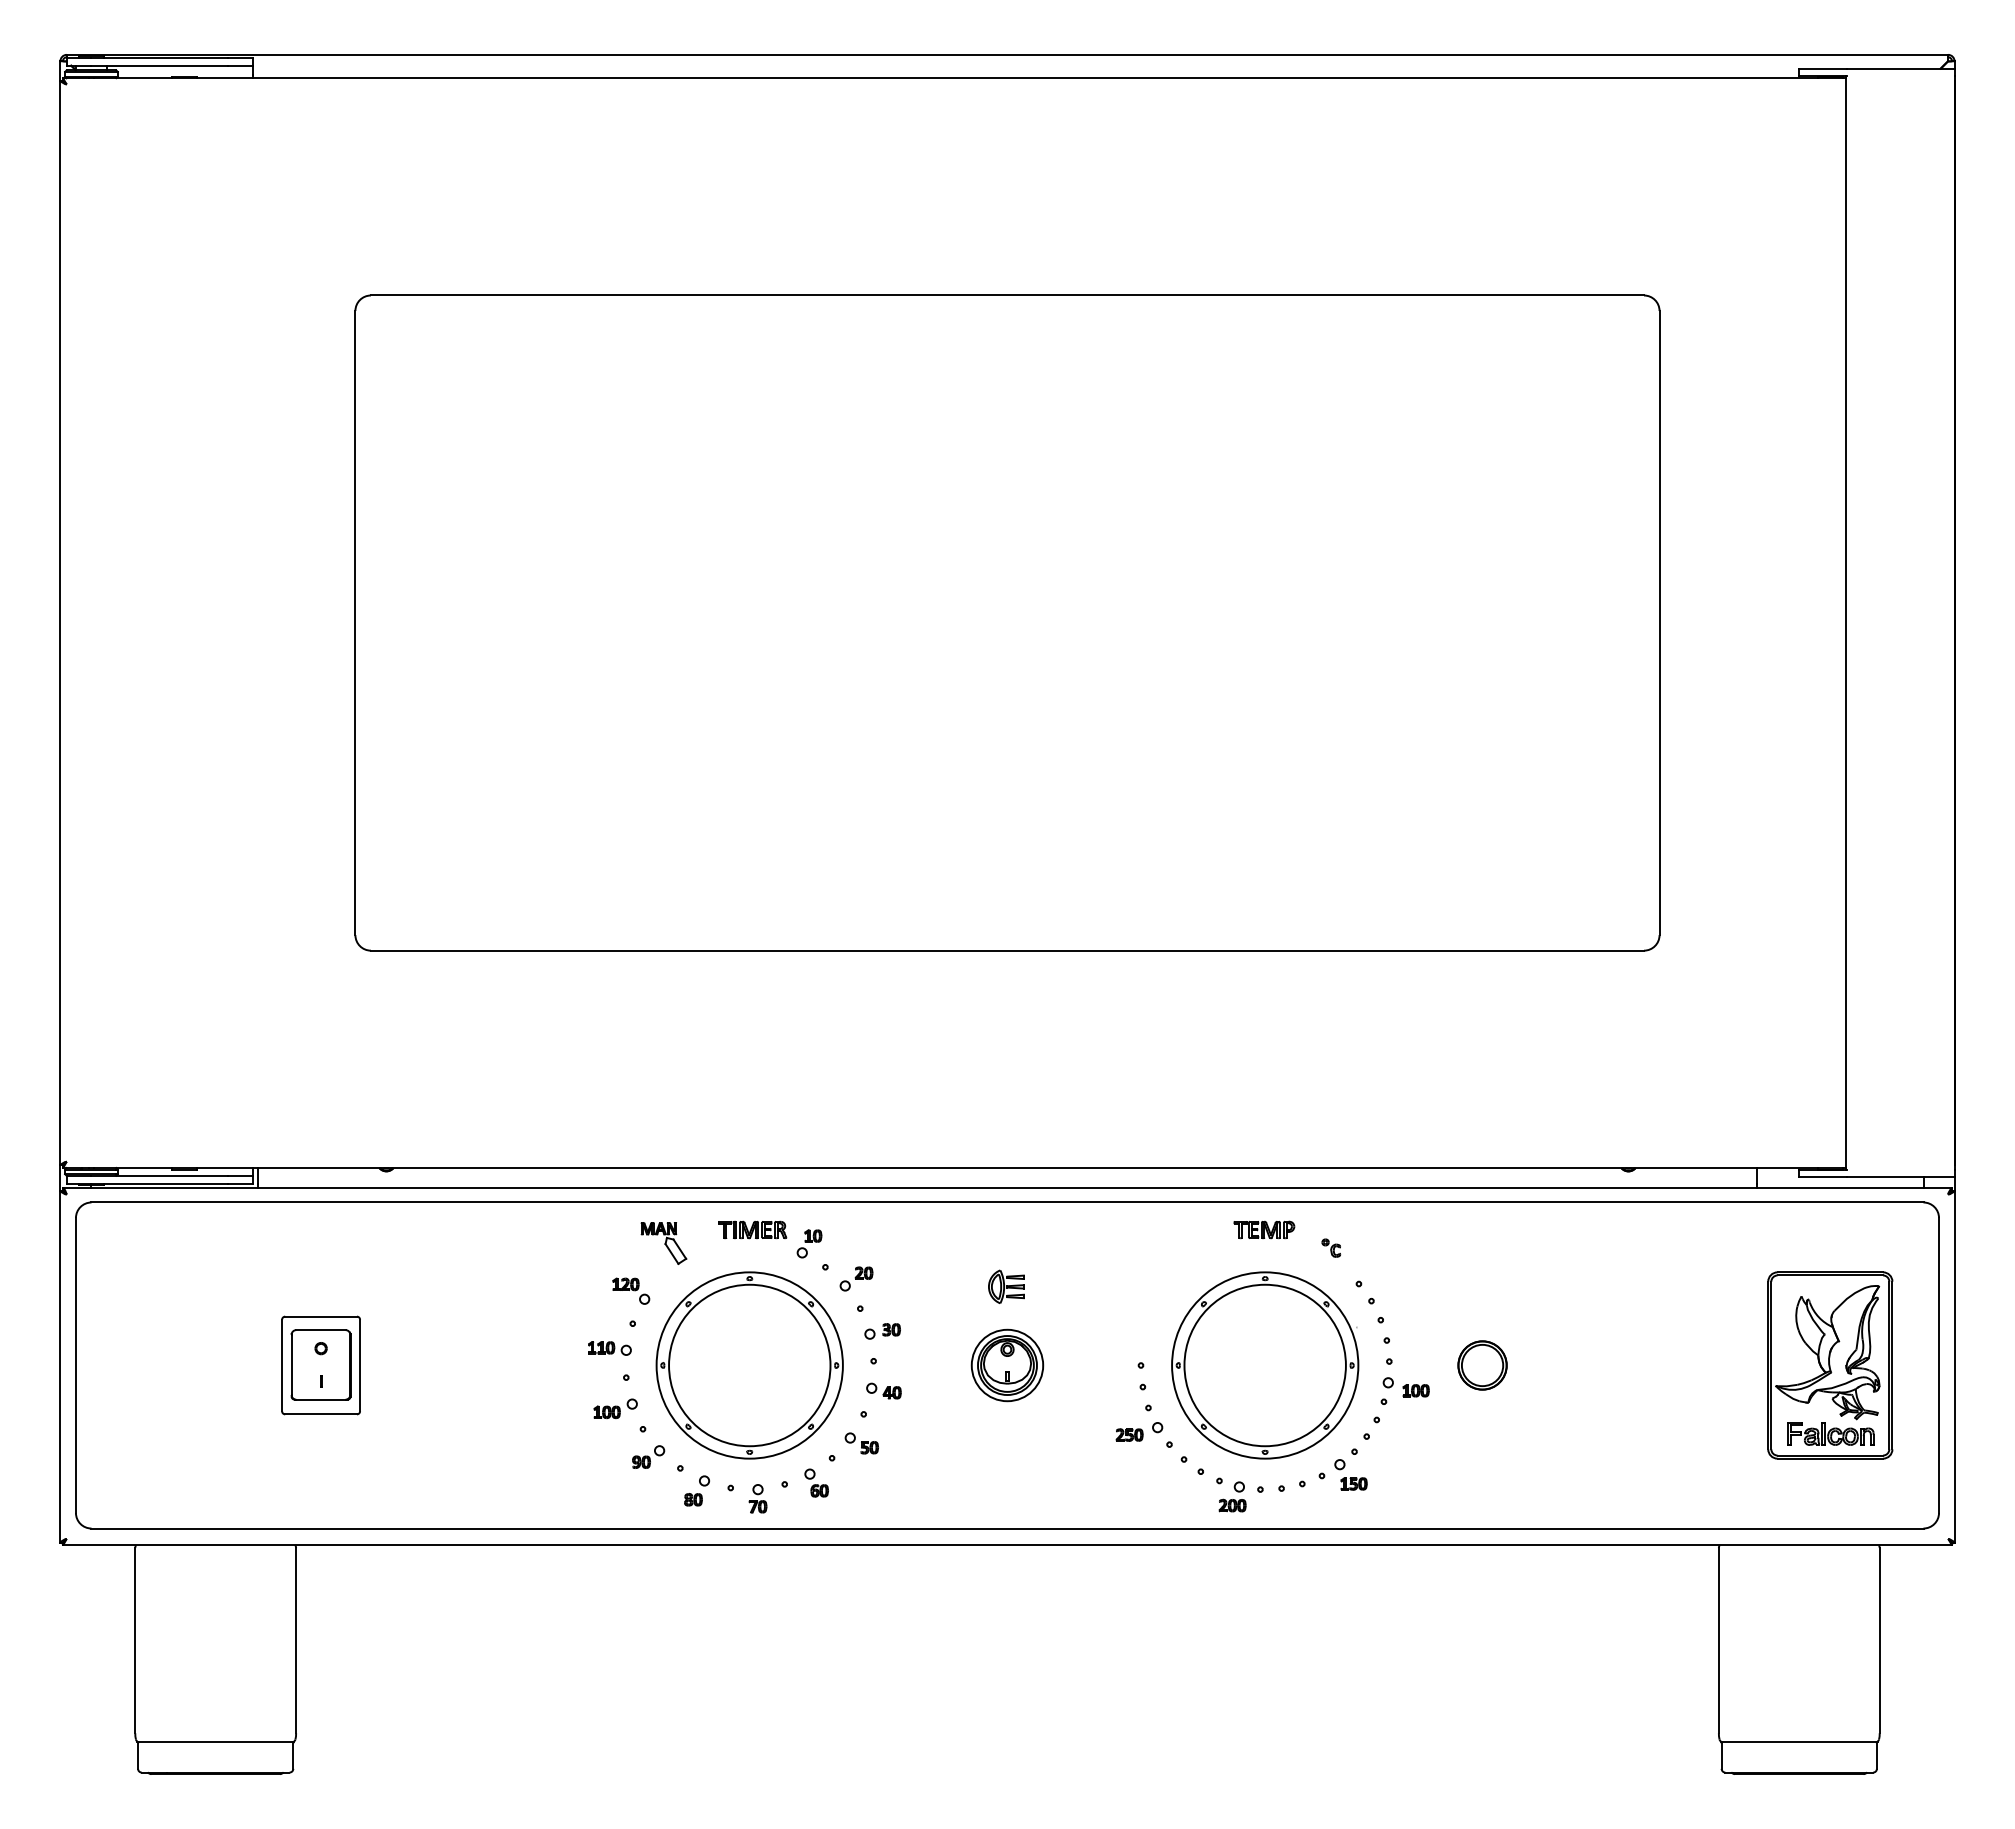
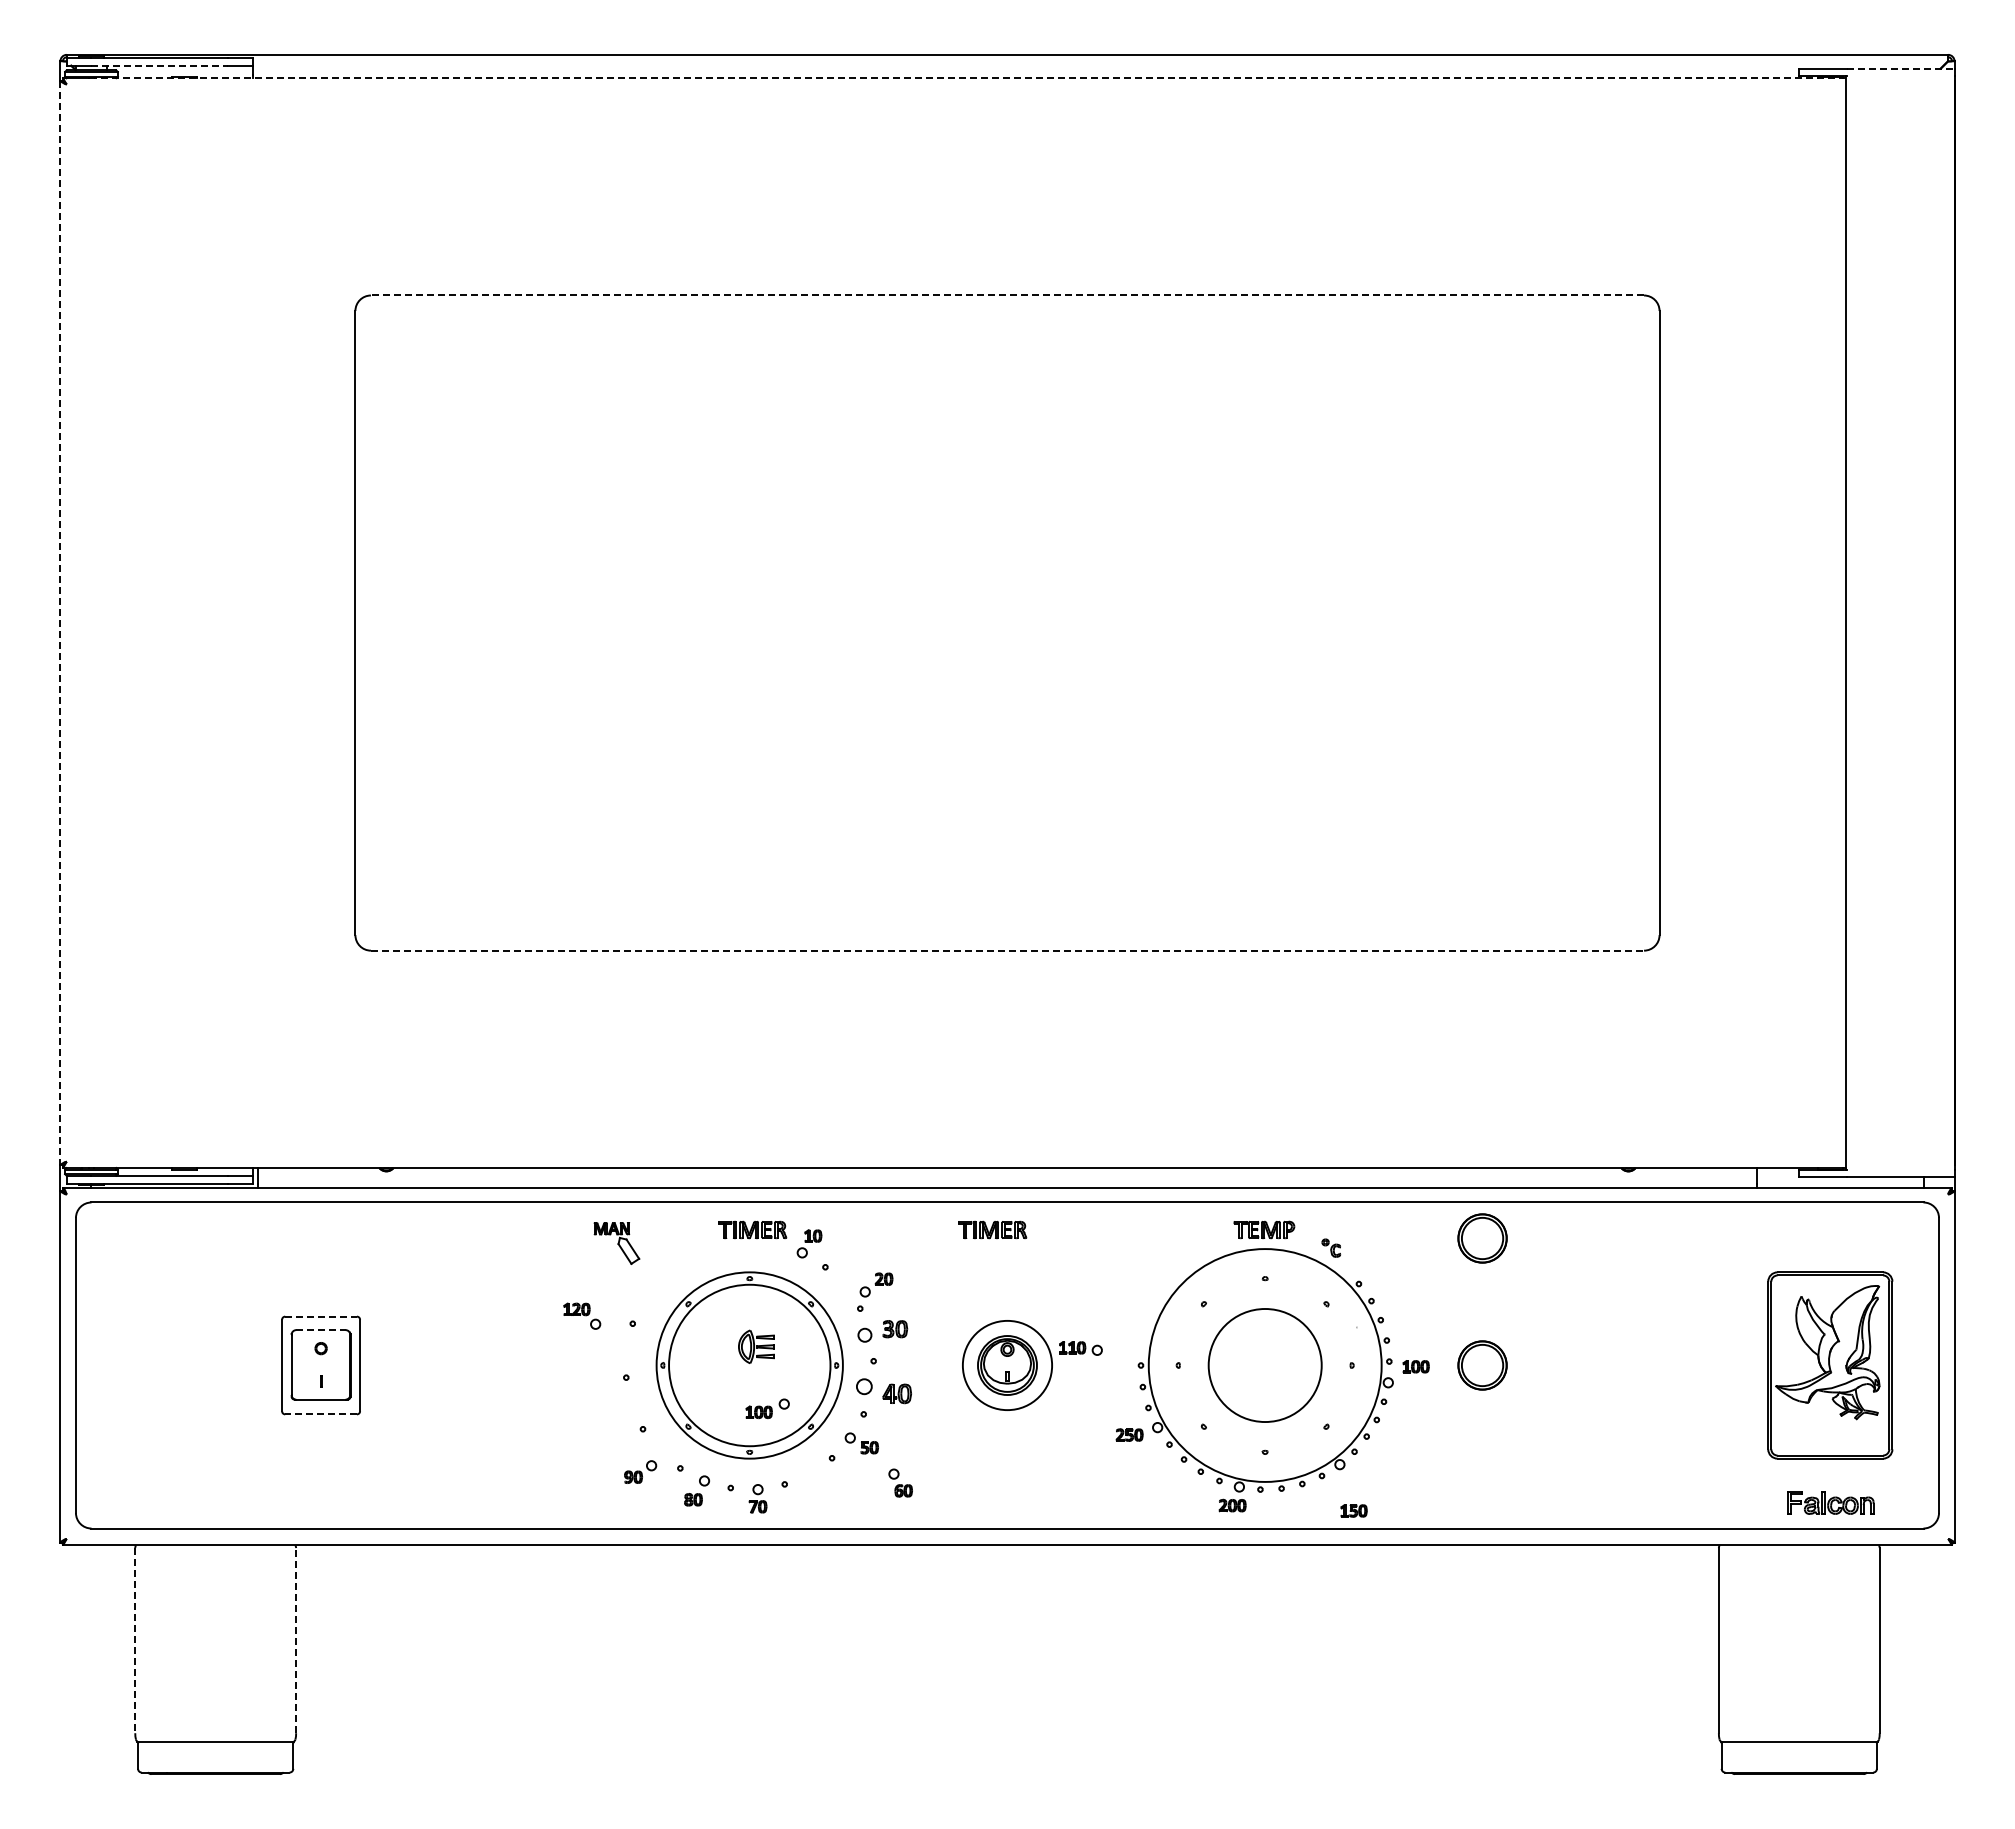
line at (160, 65): solid -> dashed
line at (1900, 68): solid -> dashed
line at (970, 78): solid -> dashed
line at (1007, 295): solid -> dashed
line at (60, 623): solid -> dashed
line at (1007, 950): solid -> dashed
part at (992, 1229): none -> present
part at (1482, 1238): none -> present
part at (663, 1243) position: (663, 1243) -> (616, 1243)
part at (856, 1278) position: (856, 1278) -> (876, 1284)
part at (1006, 1286) position: (1006, 1286) -> (756, 1346)
part at (631, 1290) position: (631, 1290) -> (582, 1315)
line at (321, 1316): solid -> dashed
line at (320, 1330): solid -> dashed
part at (882, 1331) size: 37x17 px -> 52x23 px
part at (609, 1348) position: (609, 1348) -> (1080, 1348)
circle at (1007, 1365) diameter: 71 px -> 89 px
circle at (1264, 1365) diameter: 161 px -> 113 px
circle at (1265, 1365) diameter: 186 px -> 233 px
part at (883, 1390) size: 36x18 px -> 56x27 px
part at (1415, 1390) position: (1415, 1390) -> (1415, 1366)
part at (615, 1408) position: (615, 1408) -> (767, 1408)
line at (321, 1414): solid -> dashed
part at (1830, 1433) position: (1830, 1433) -> (1830, 1502)
part at (648, 1456) position: (648, 1456) -> (640, 1471)
part at (816, 1482) position: (816, 1482) -> (900, 1482)
part at (1353, 1483) position: (1353, 1483) -> (1353, 1510)
line at (135, 1640): solid -> dashed
line at (296, 1640): solid -> dashed
